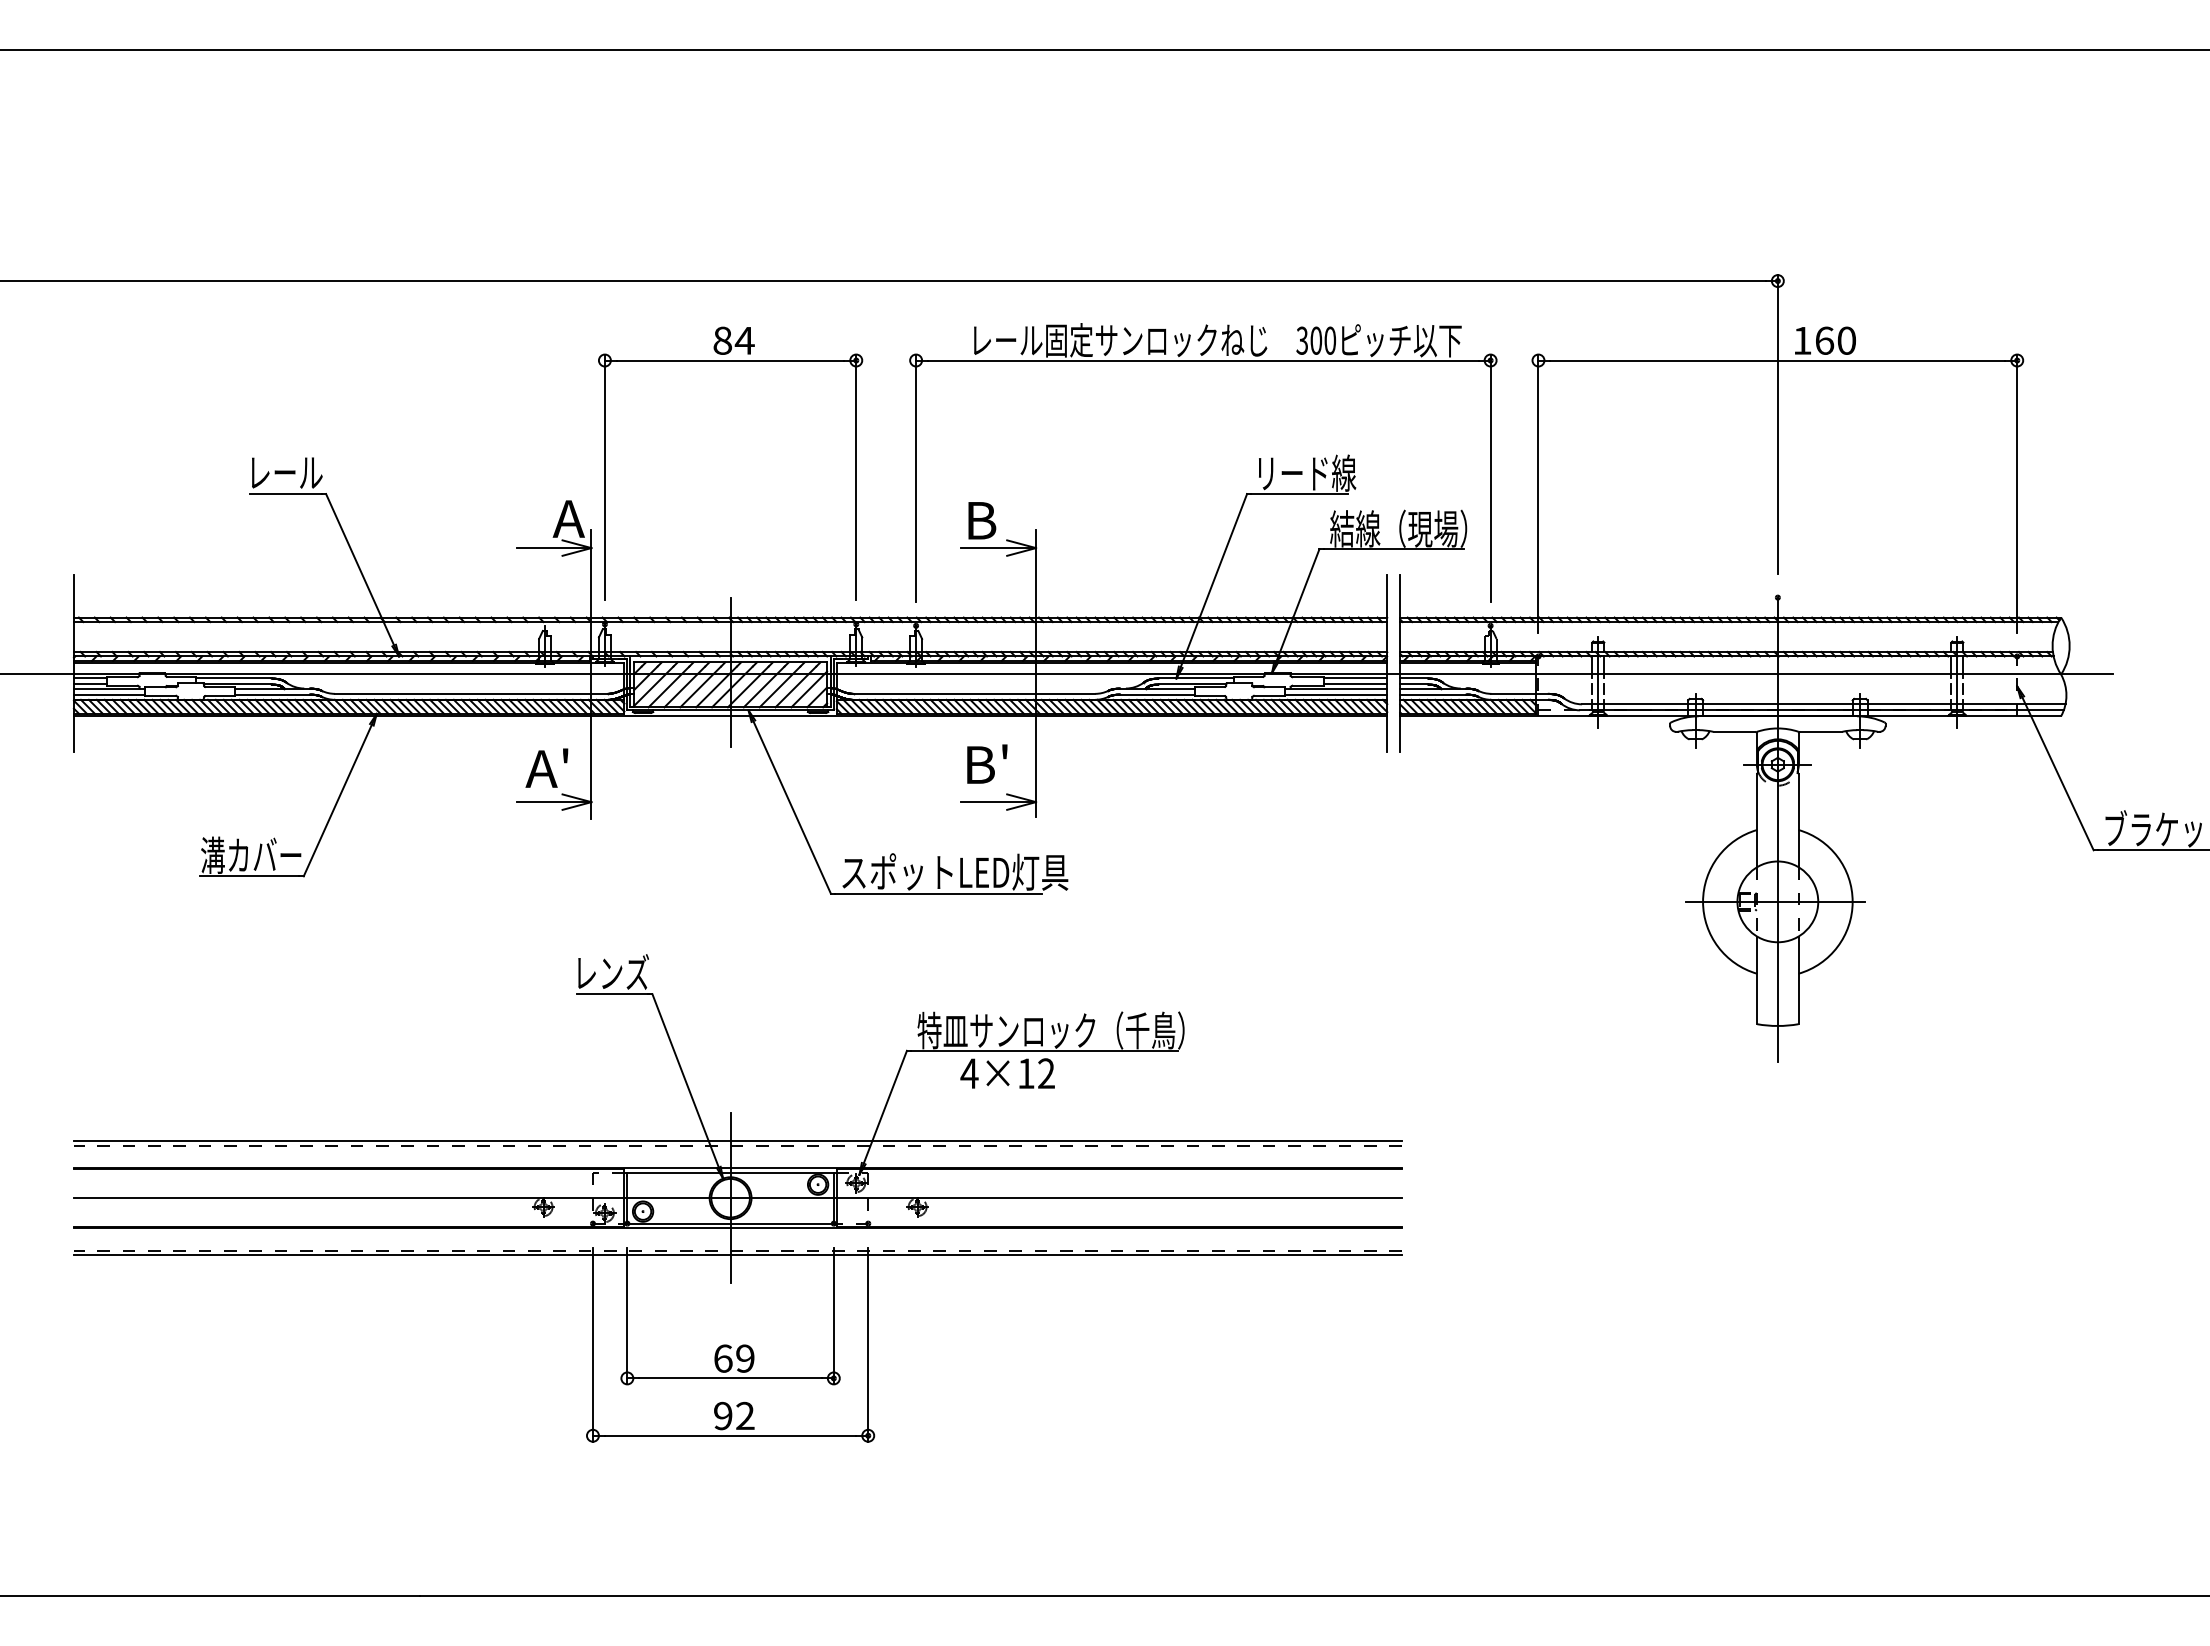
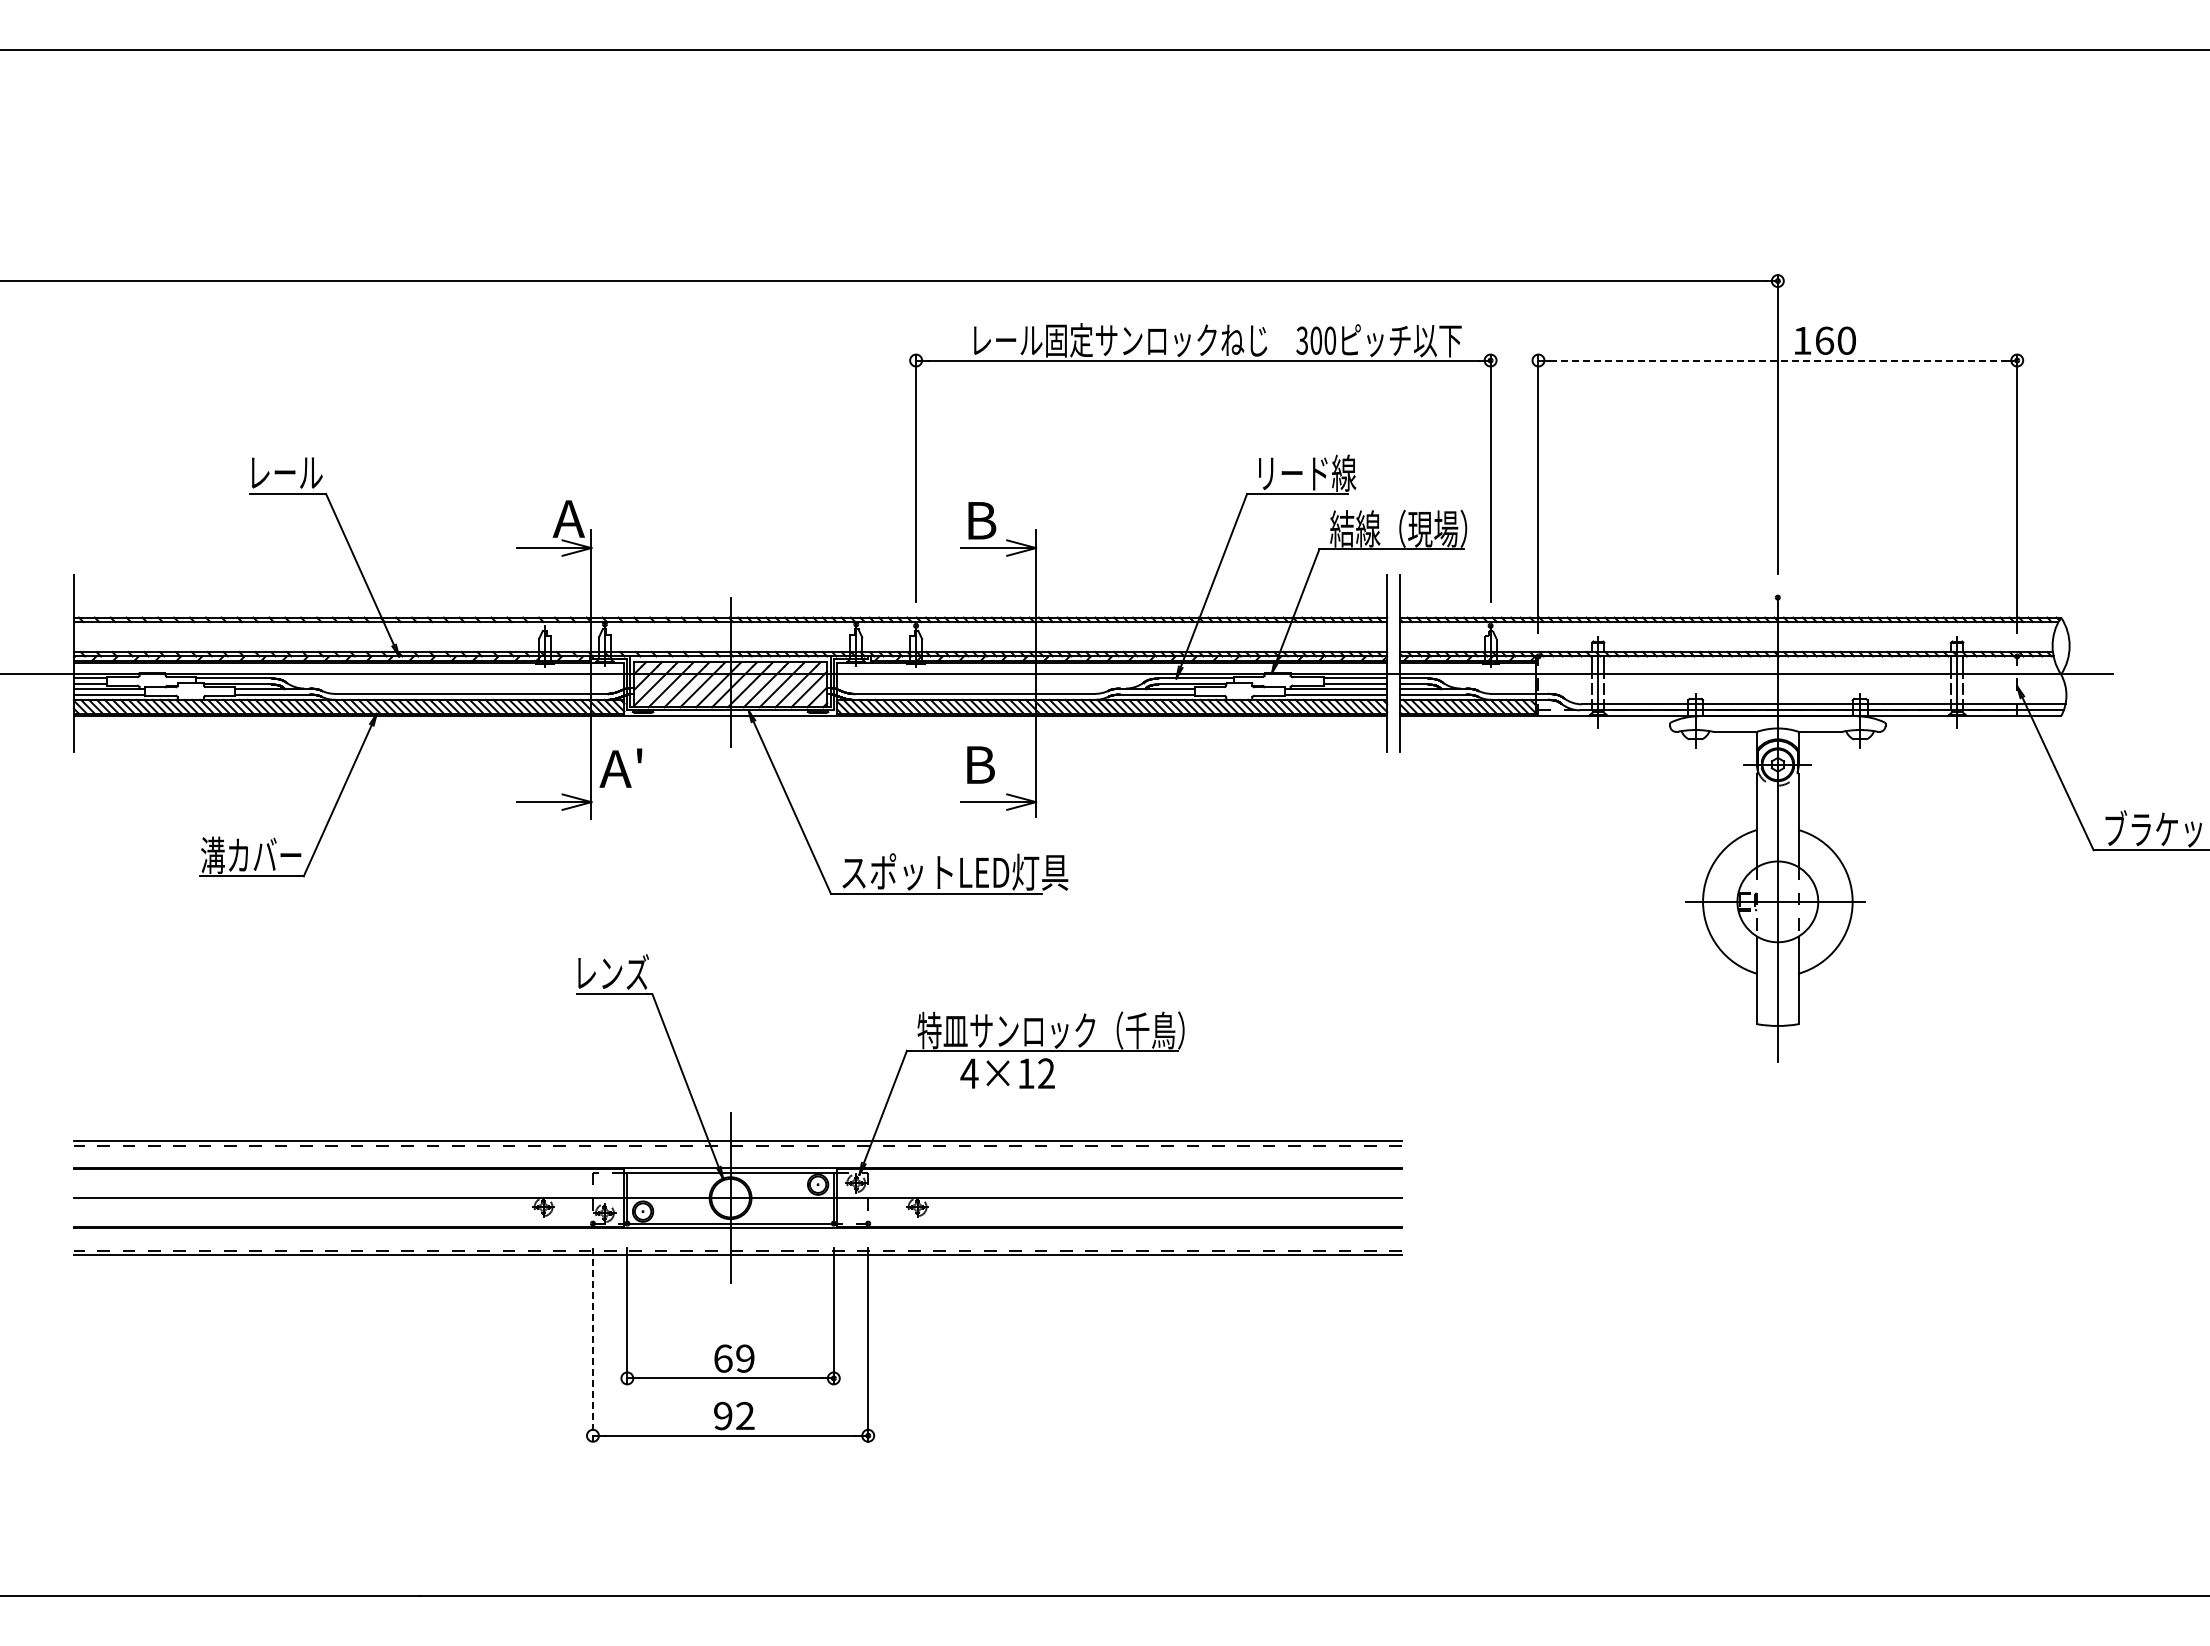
line at (1778, 360): solid -> dashed
part at (730, 361): present -> none
text at (1004, 751): B' -> B
text at (546, 767) position: (546, 767) -> (620, 767)
line at (592, 1345): solid -> dashed
